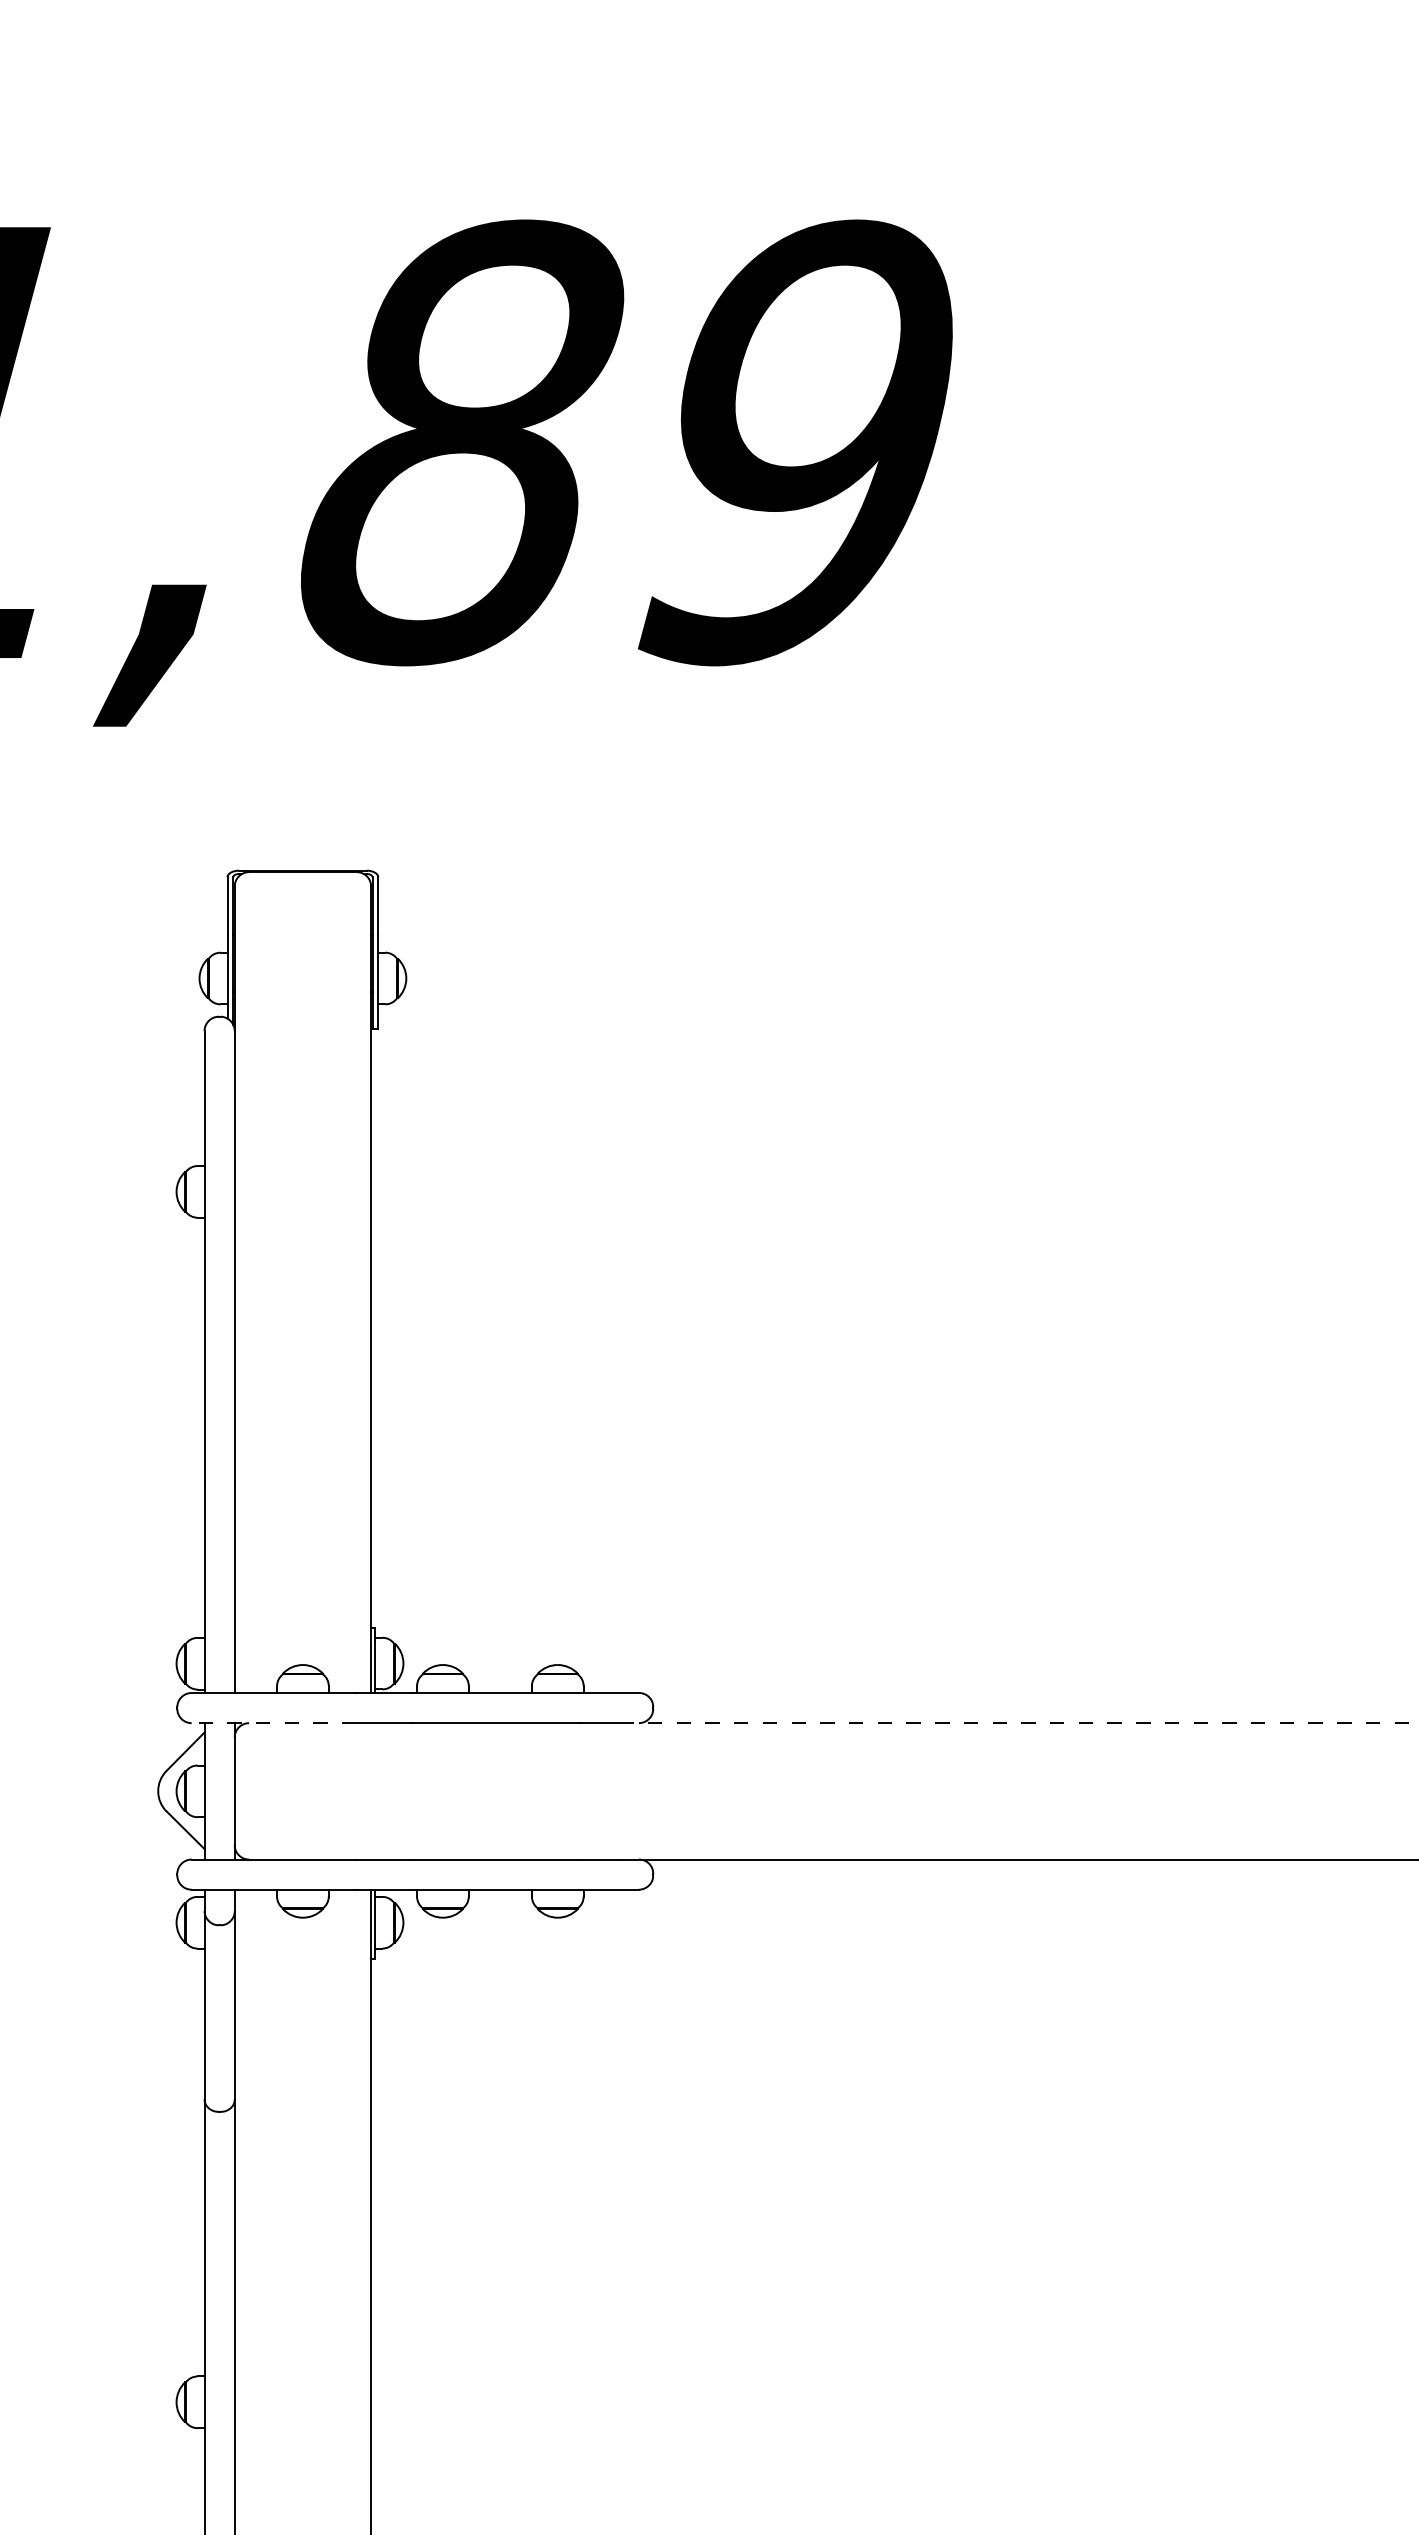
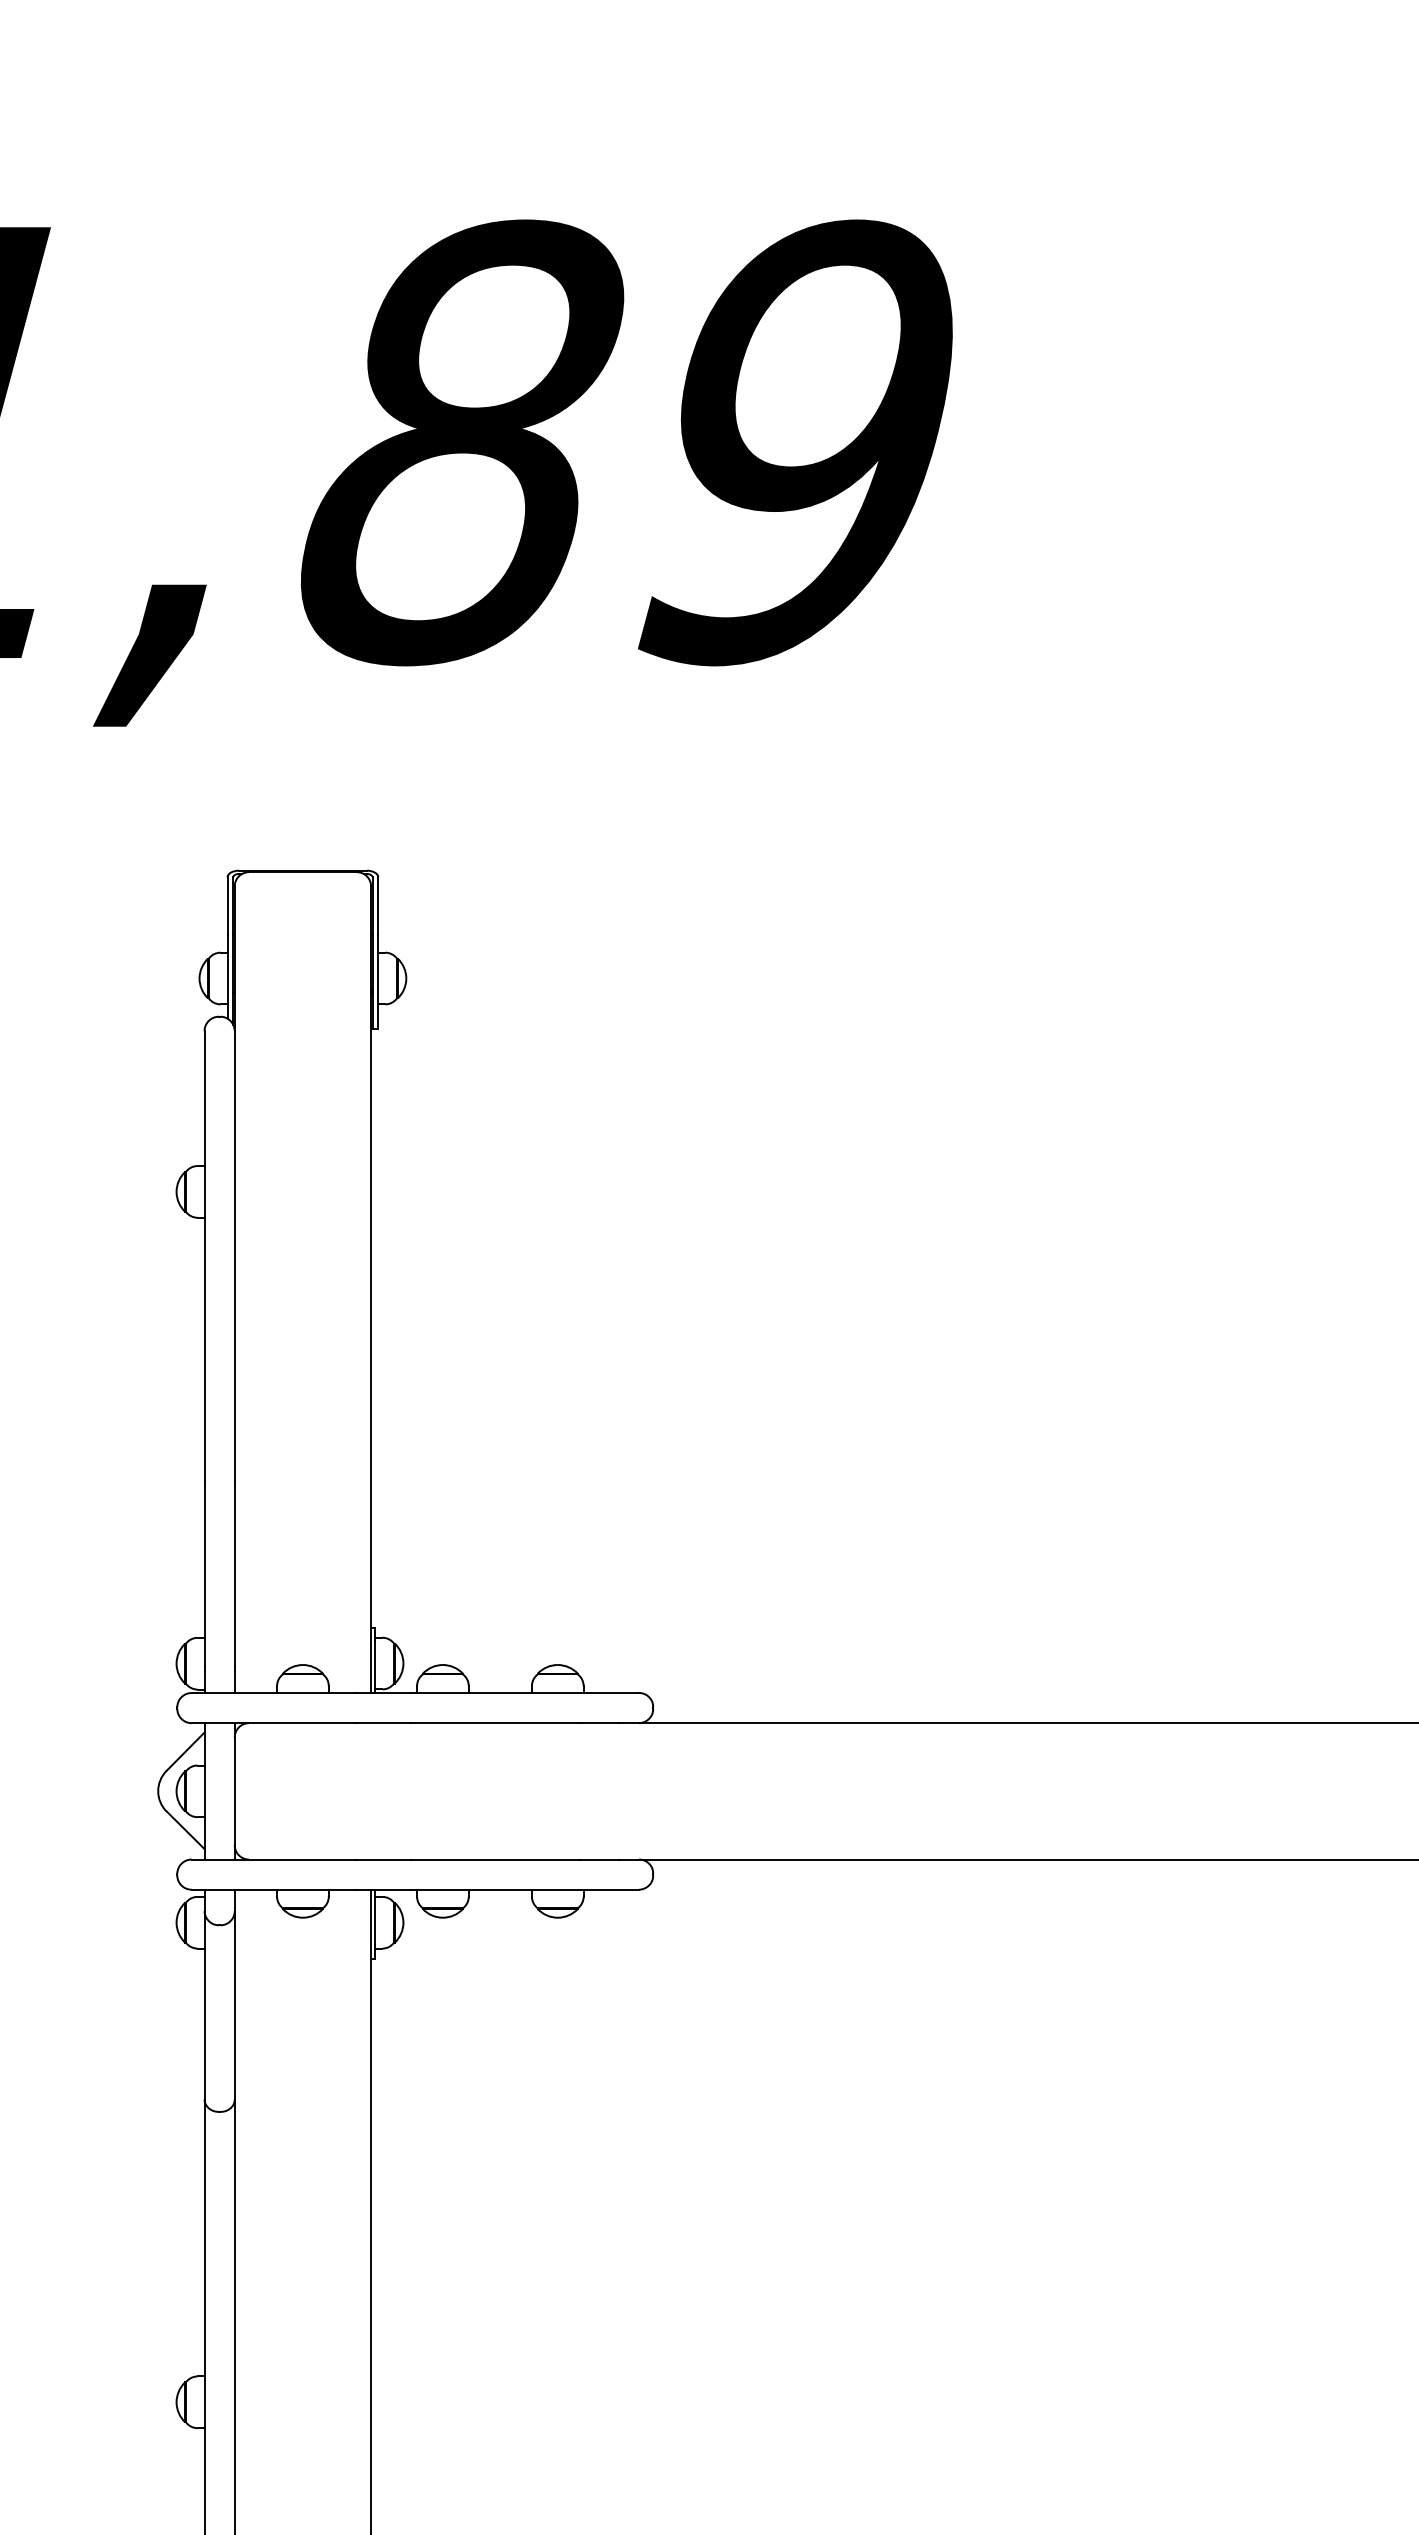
line at (273, 1723): dashed -> solid
line at (1019, 1723): dashed -> solid
